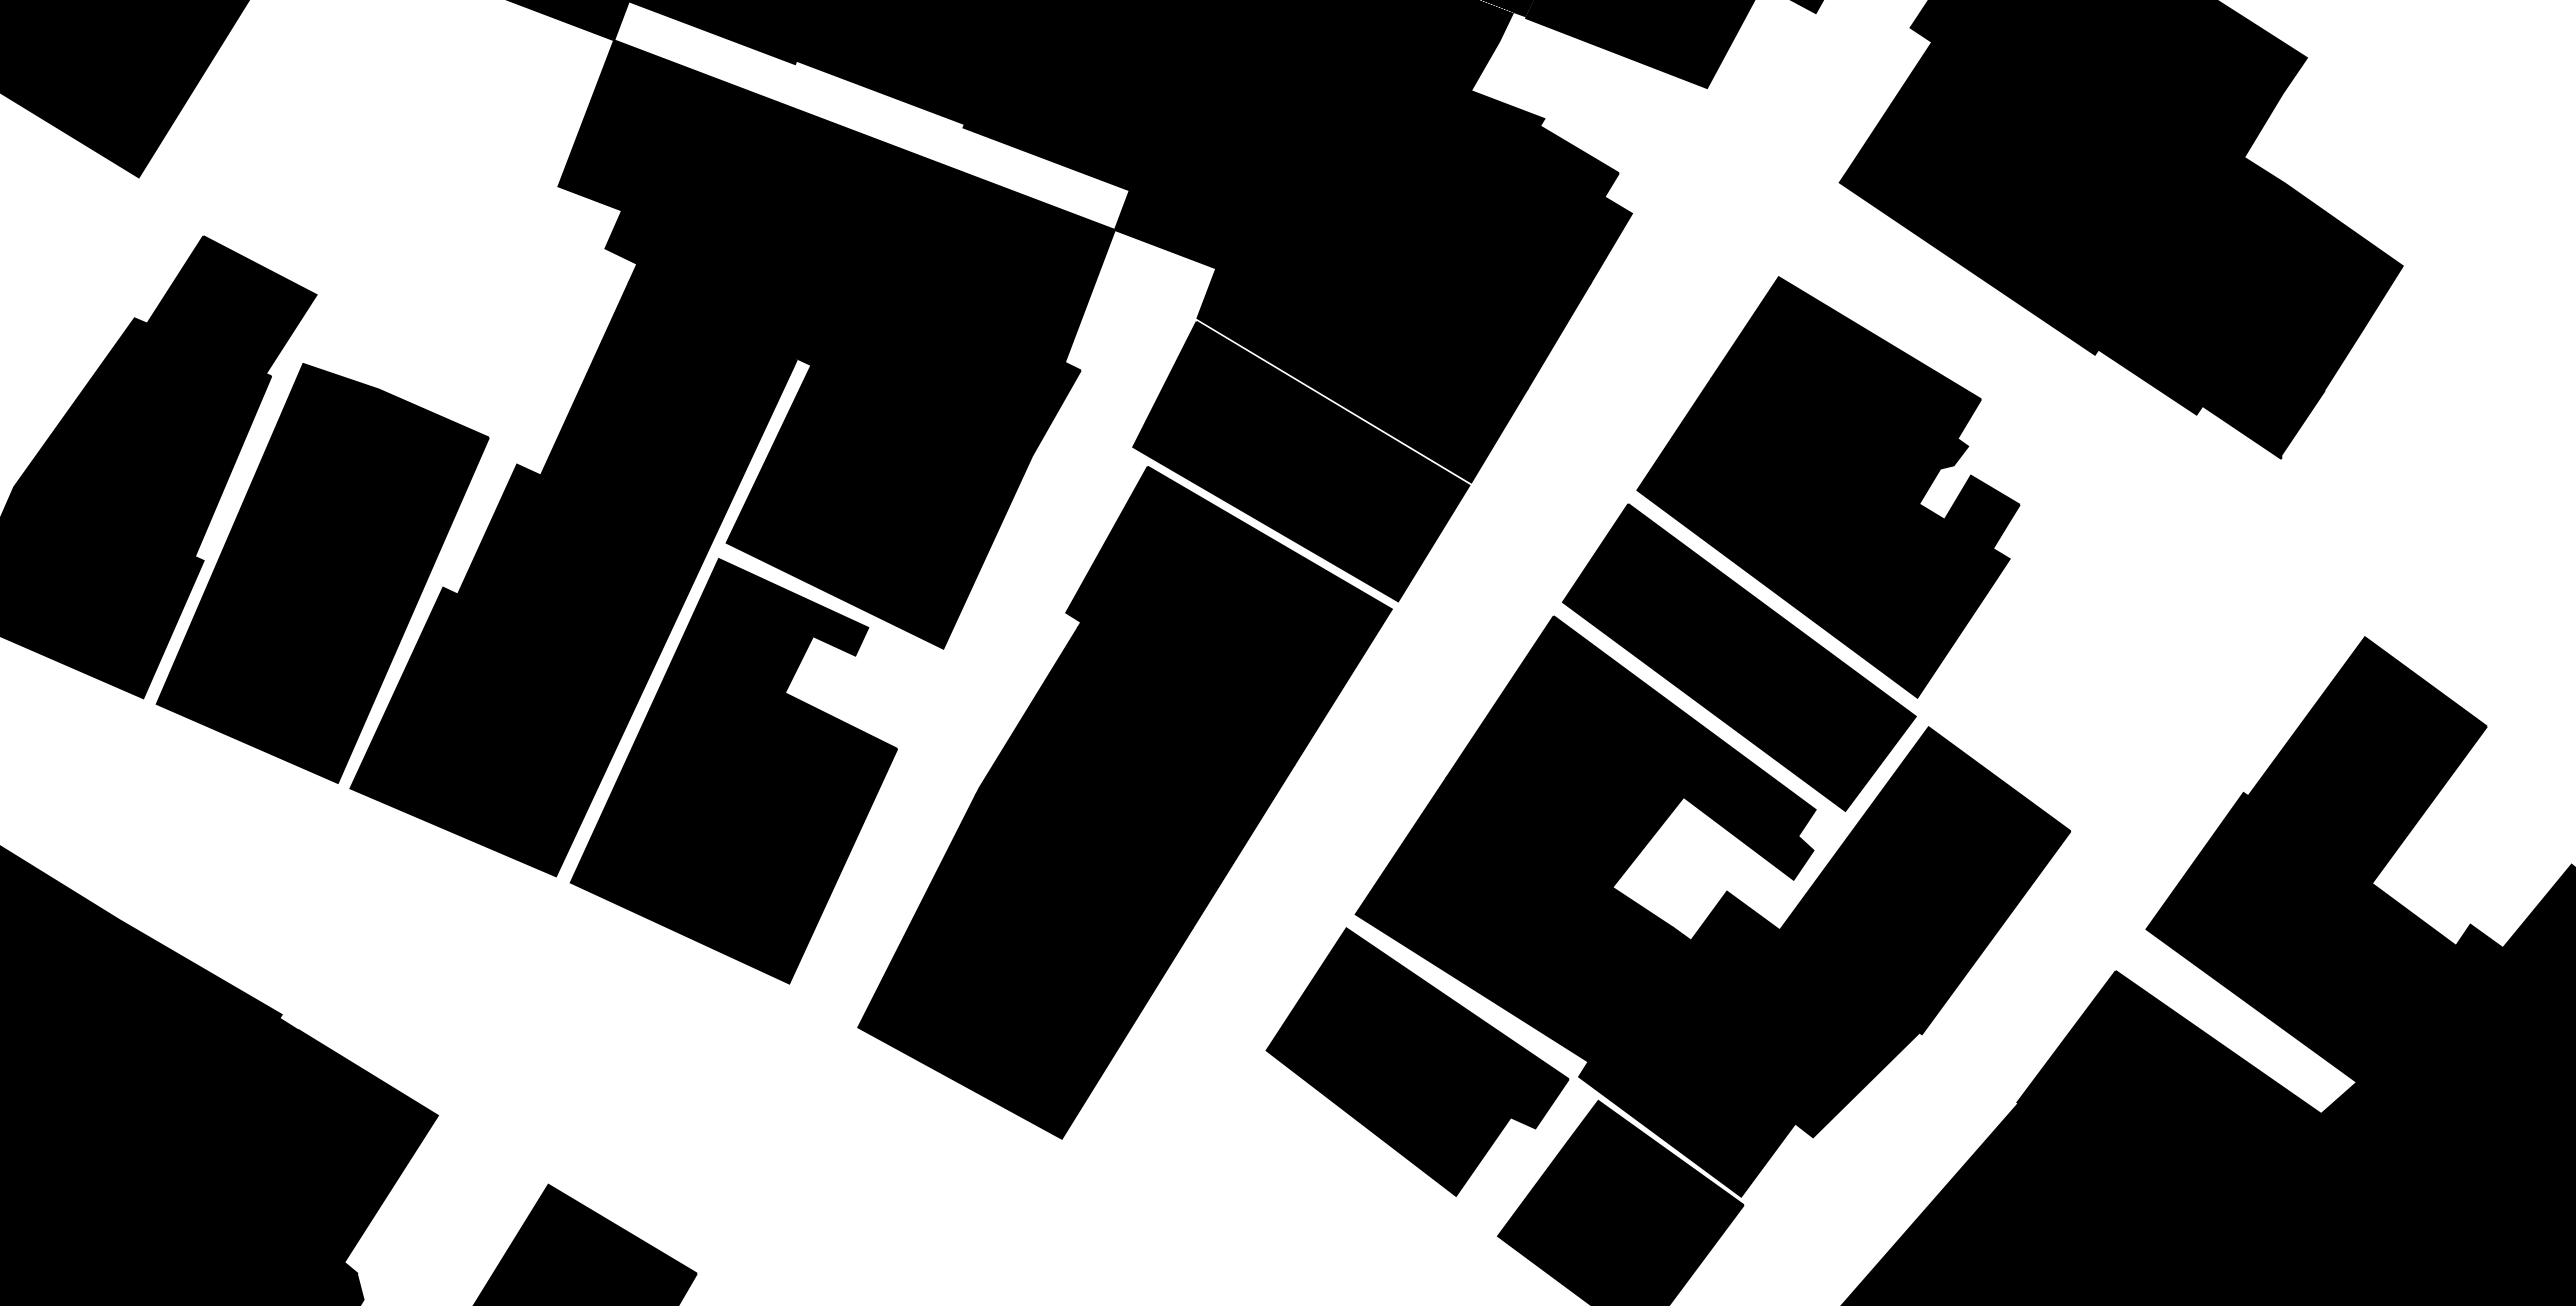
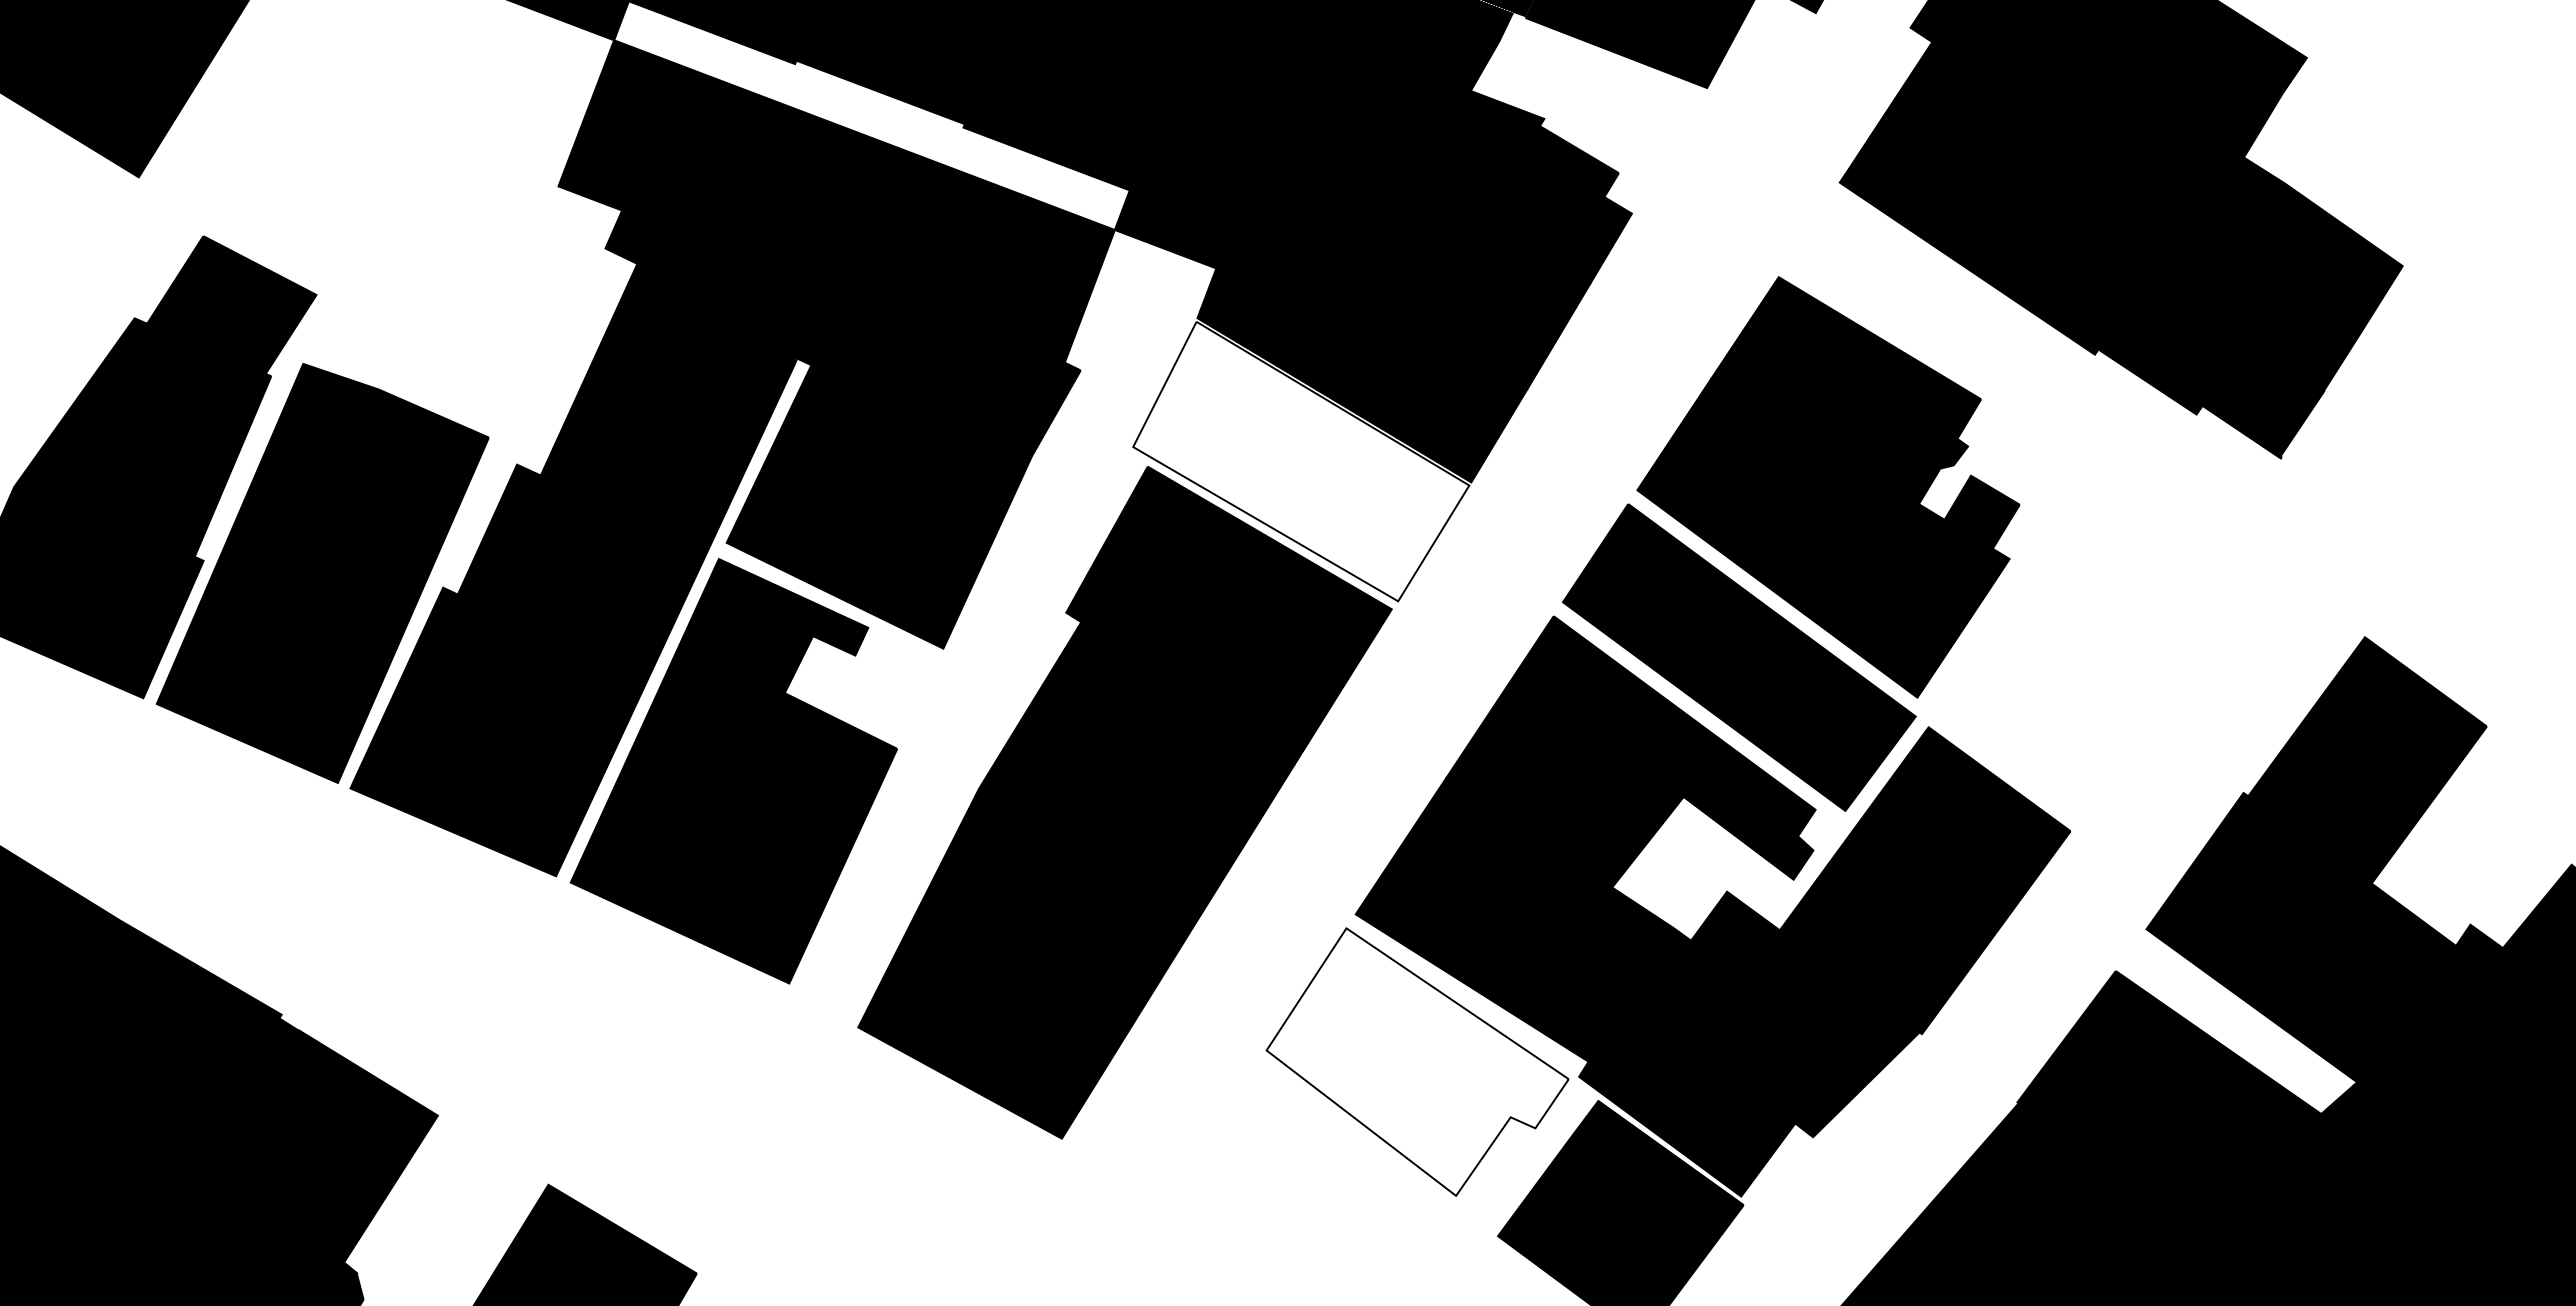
fill at (1301, 461): present -> none
fill at (1417, 1061): present -> none
